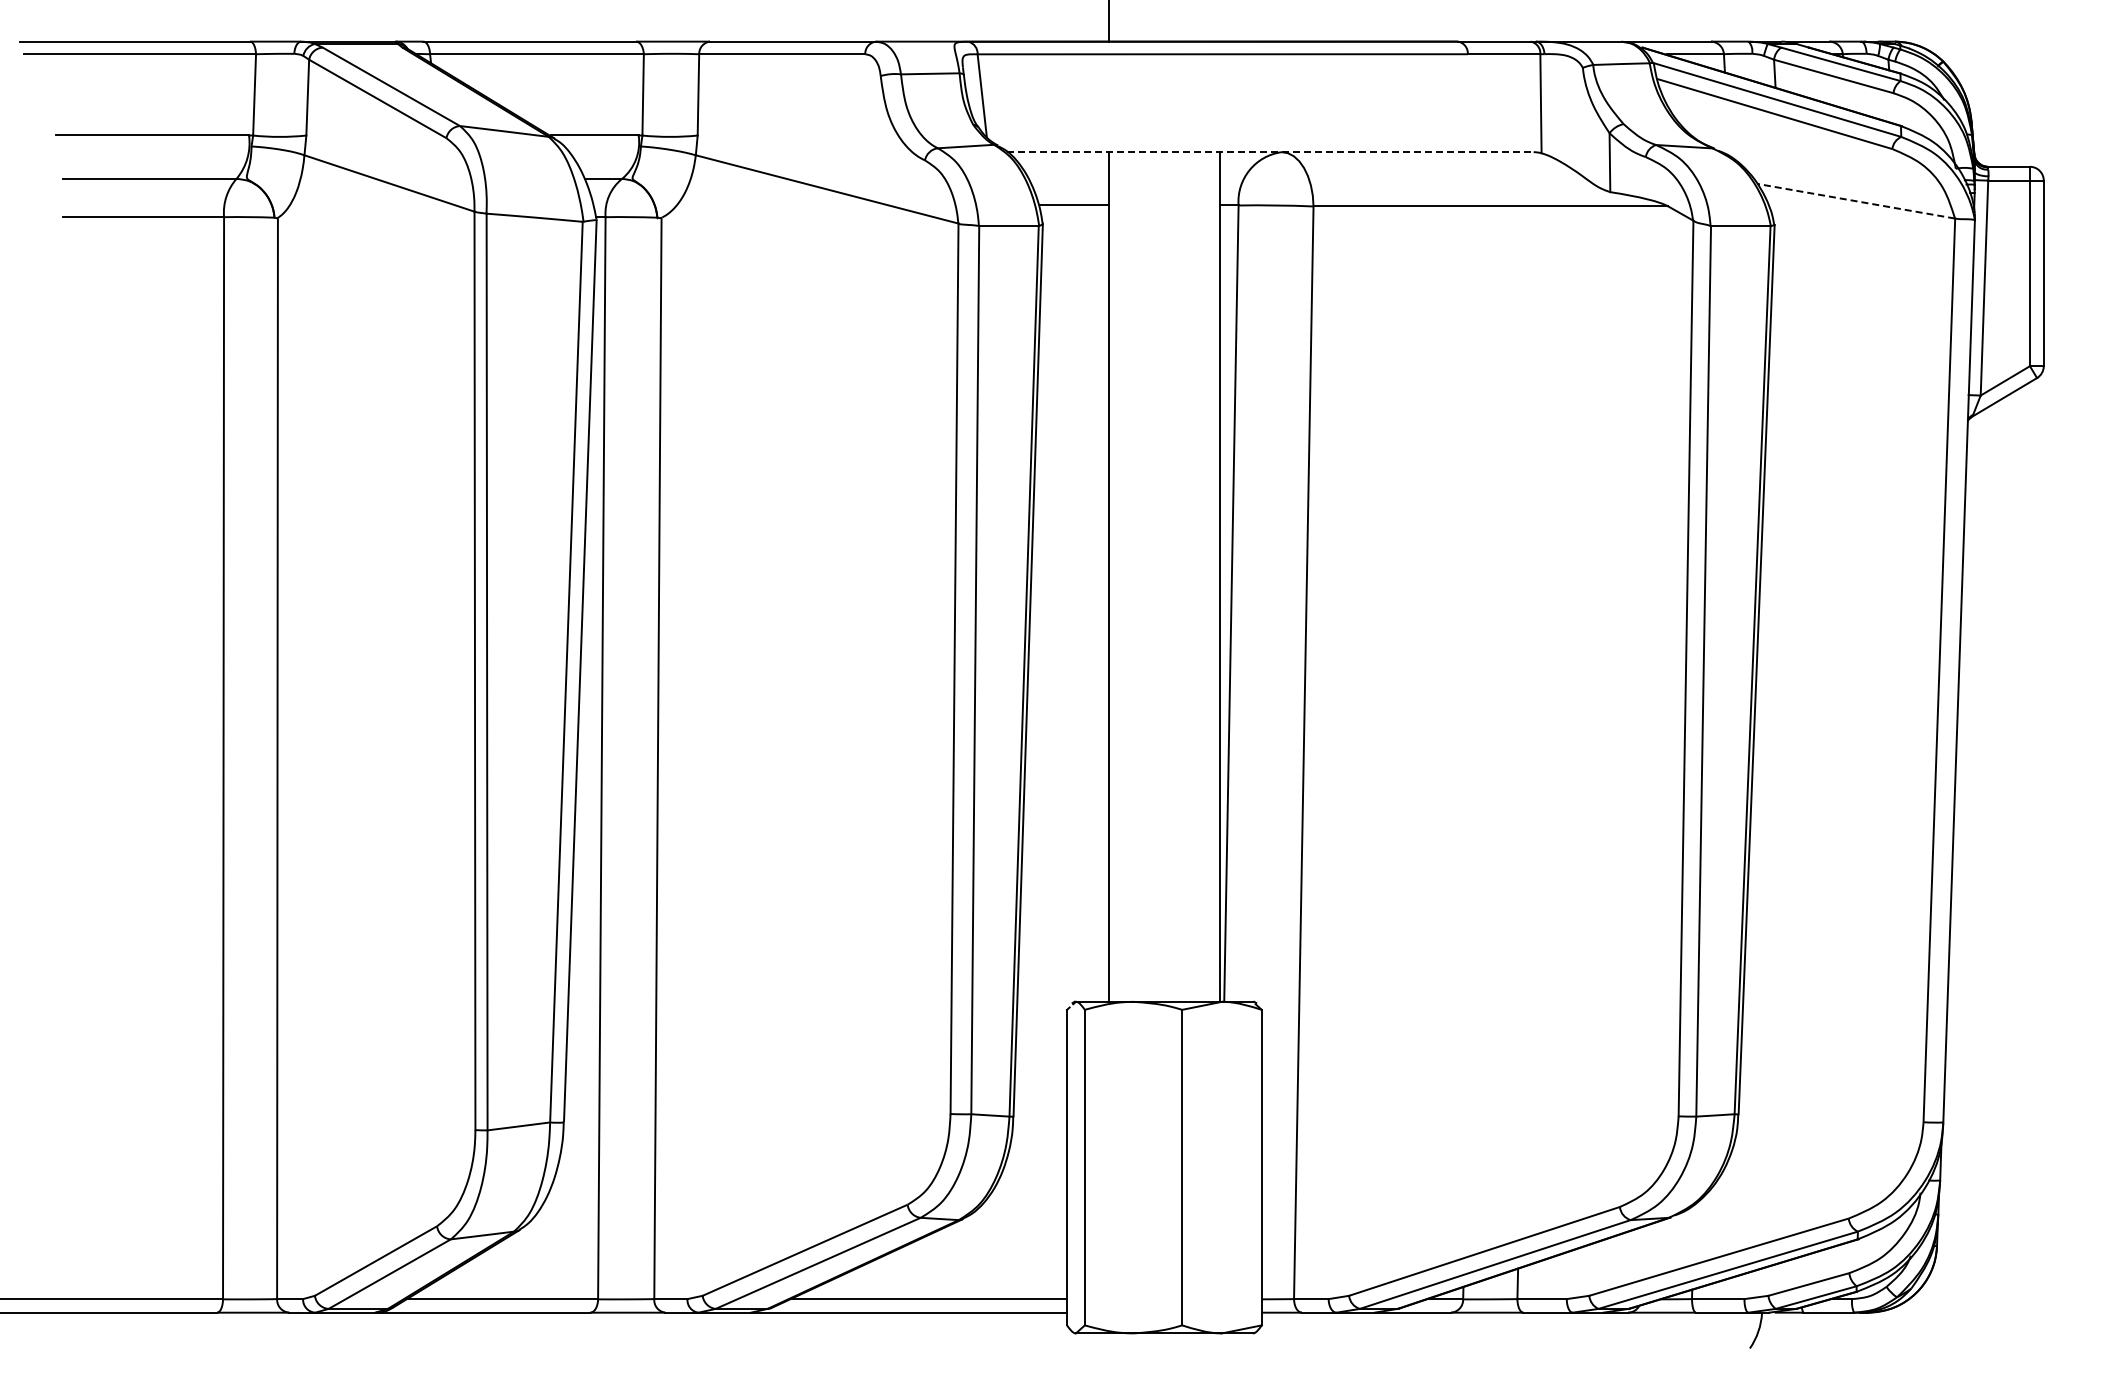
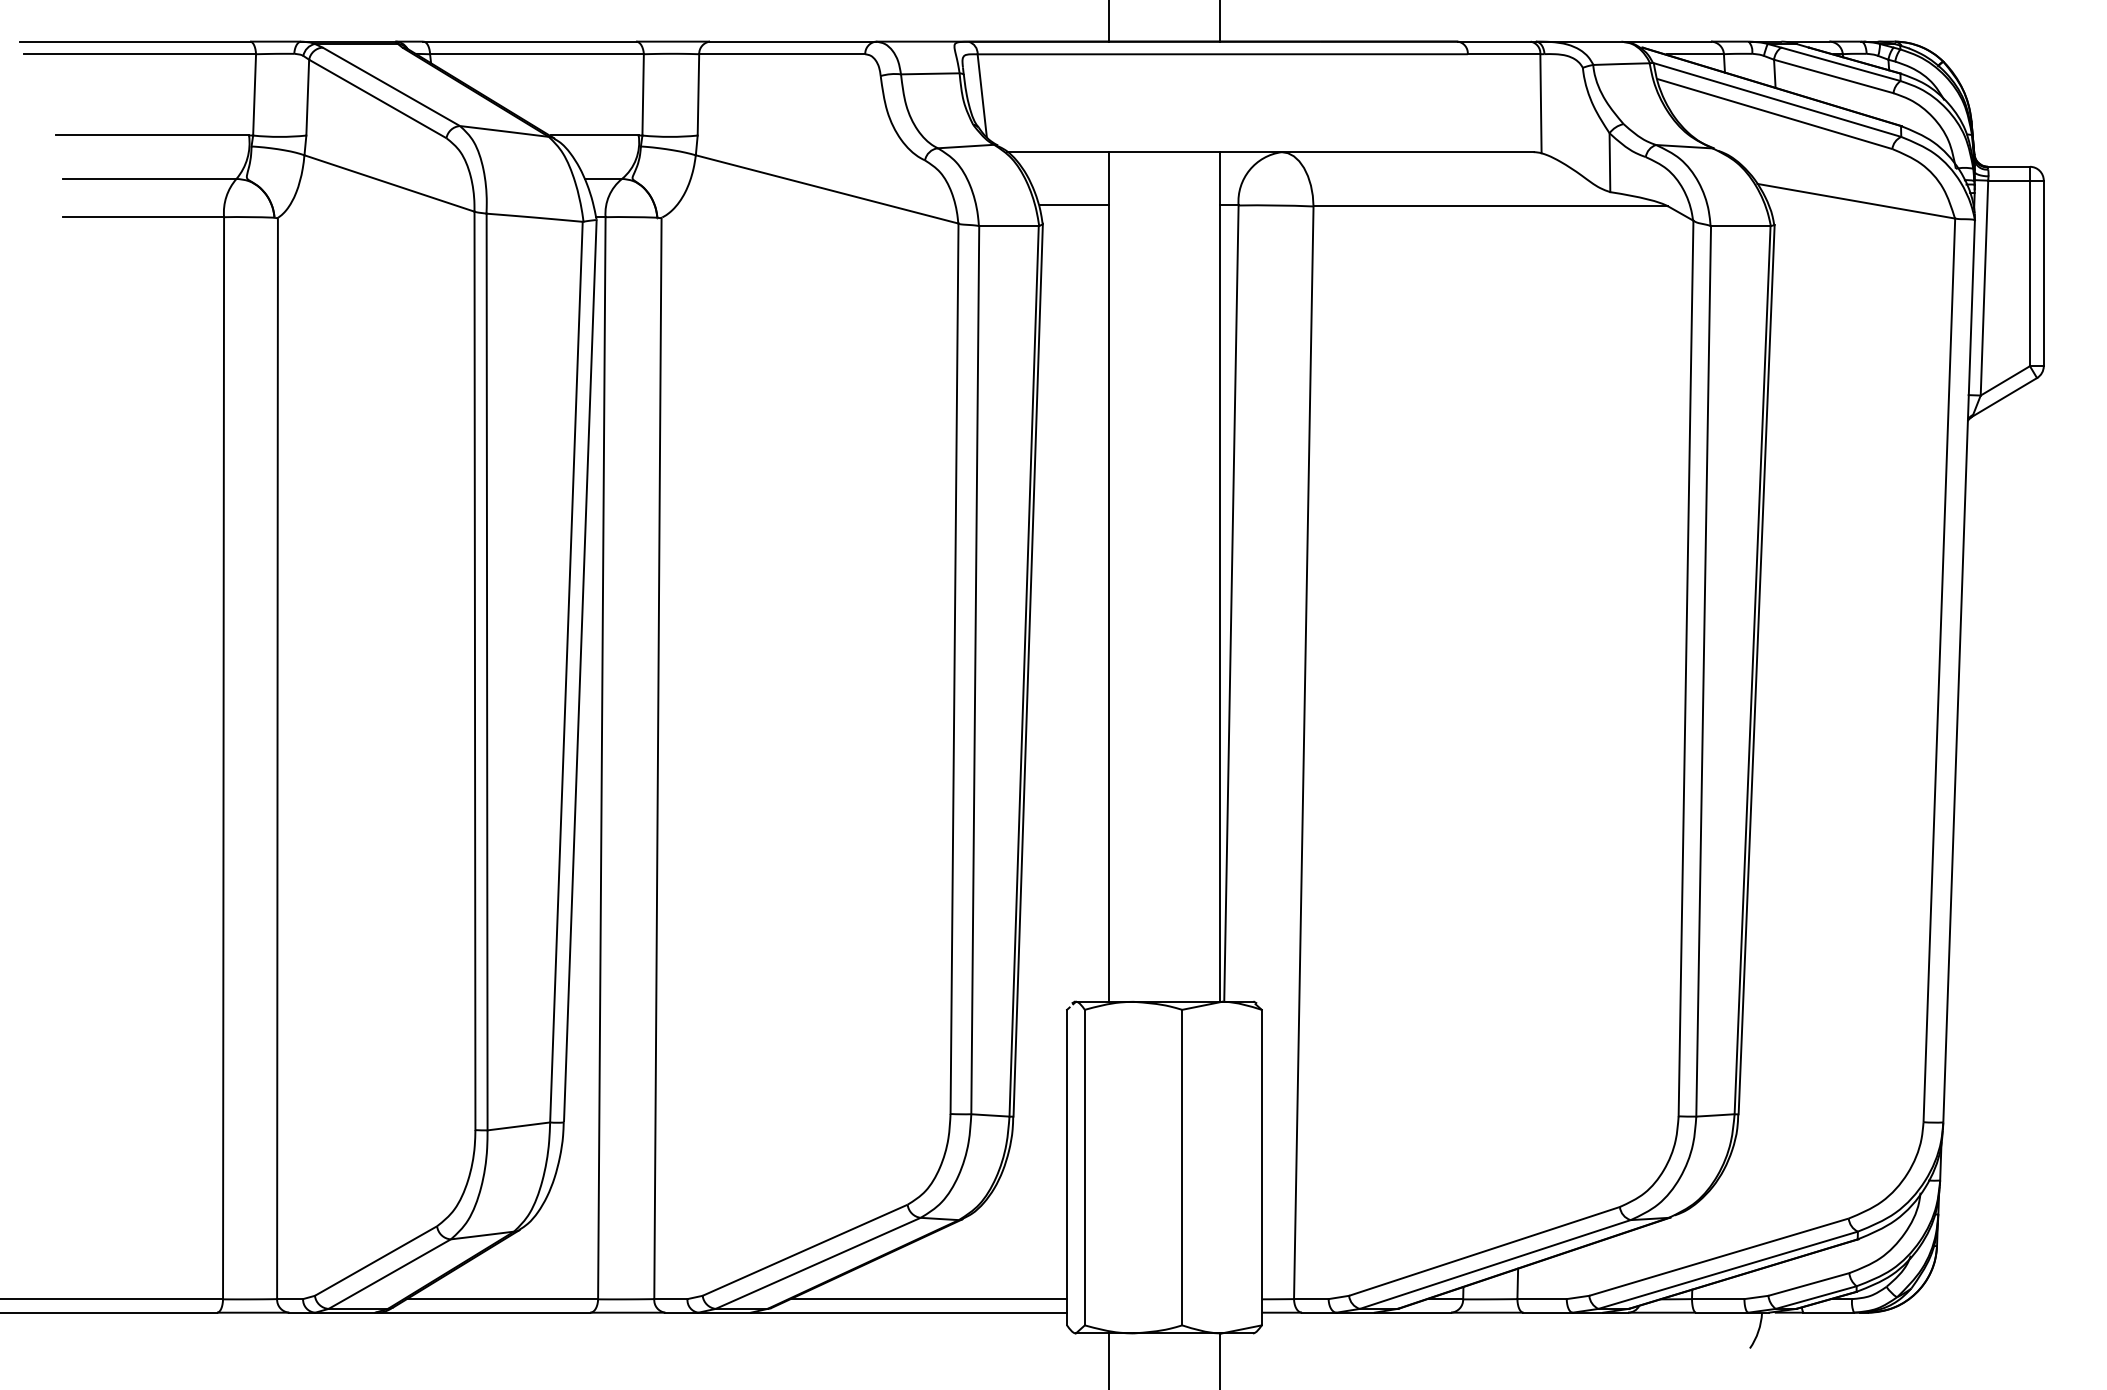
line at (1219, 21): none -> present
line at (1271, 152): dashed -> solid
line at (1855, 201): dashed -> solid
line at (1109, 1359): none -> present
line at (1219, 1359): none -> present
